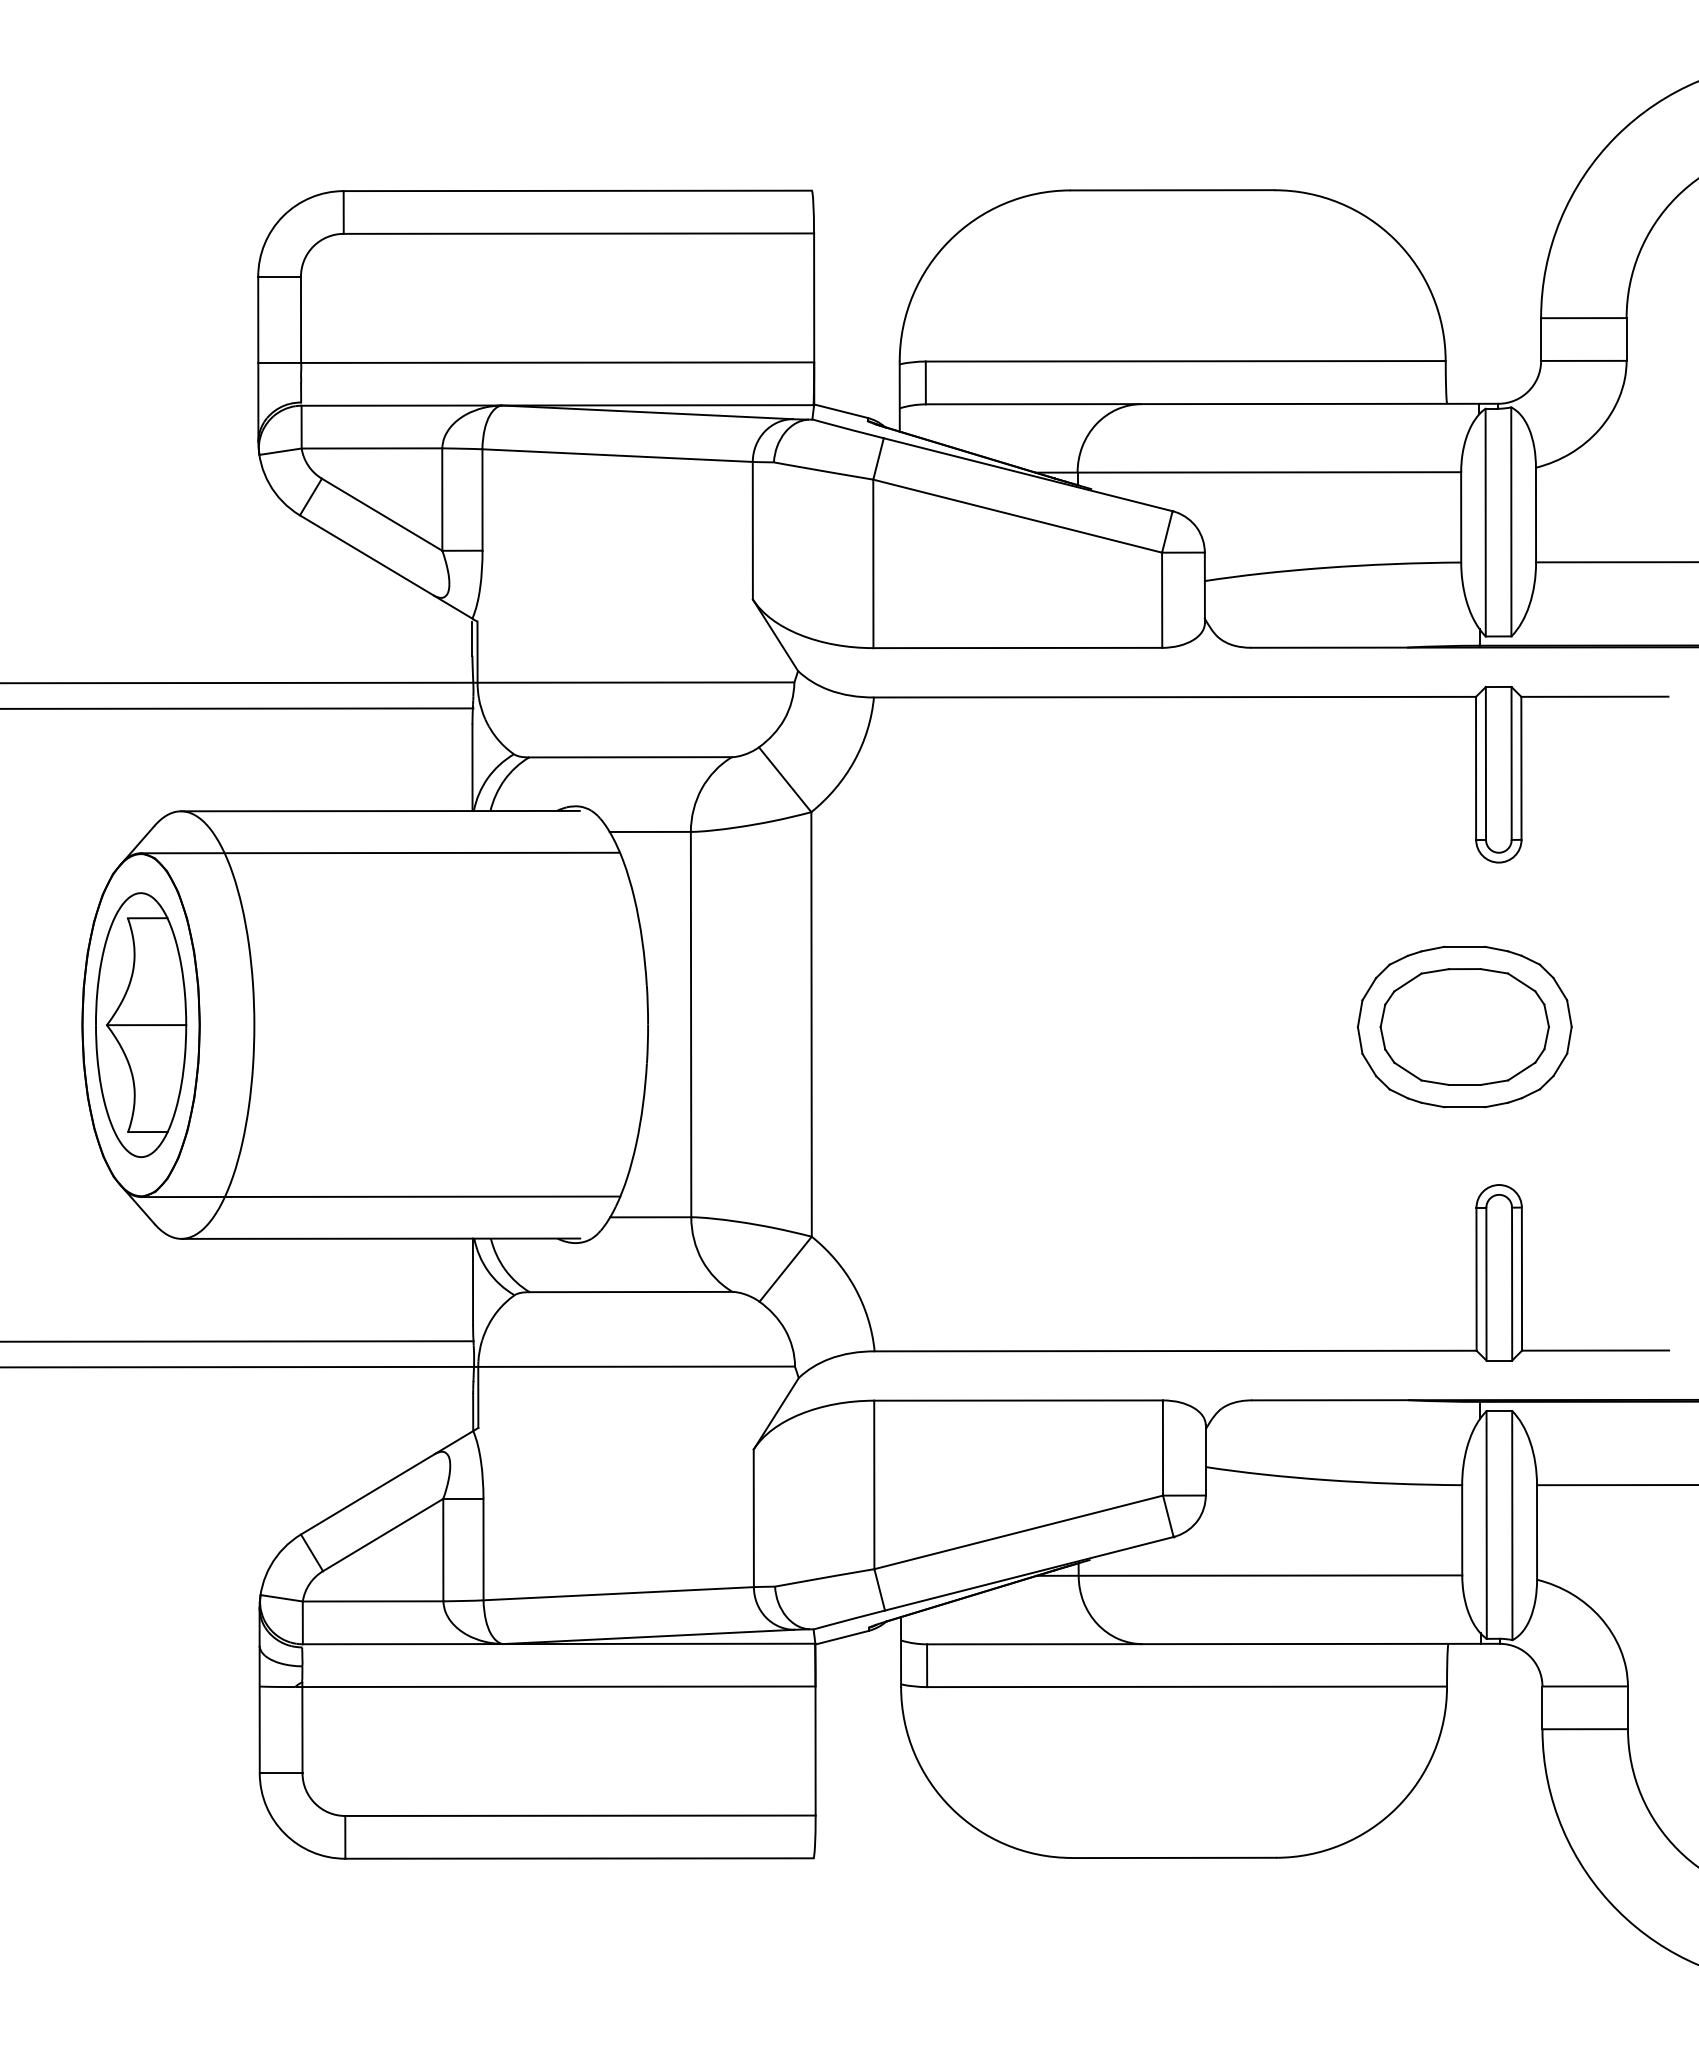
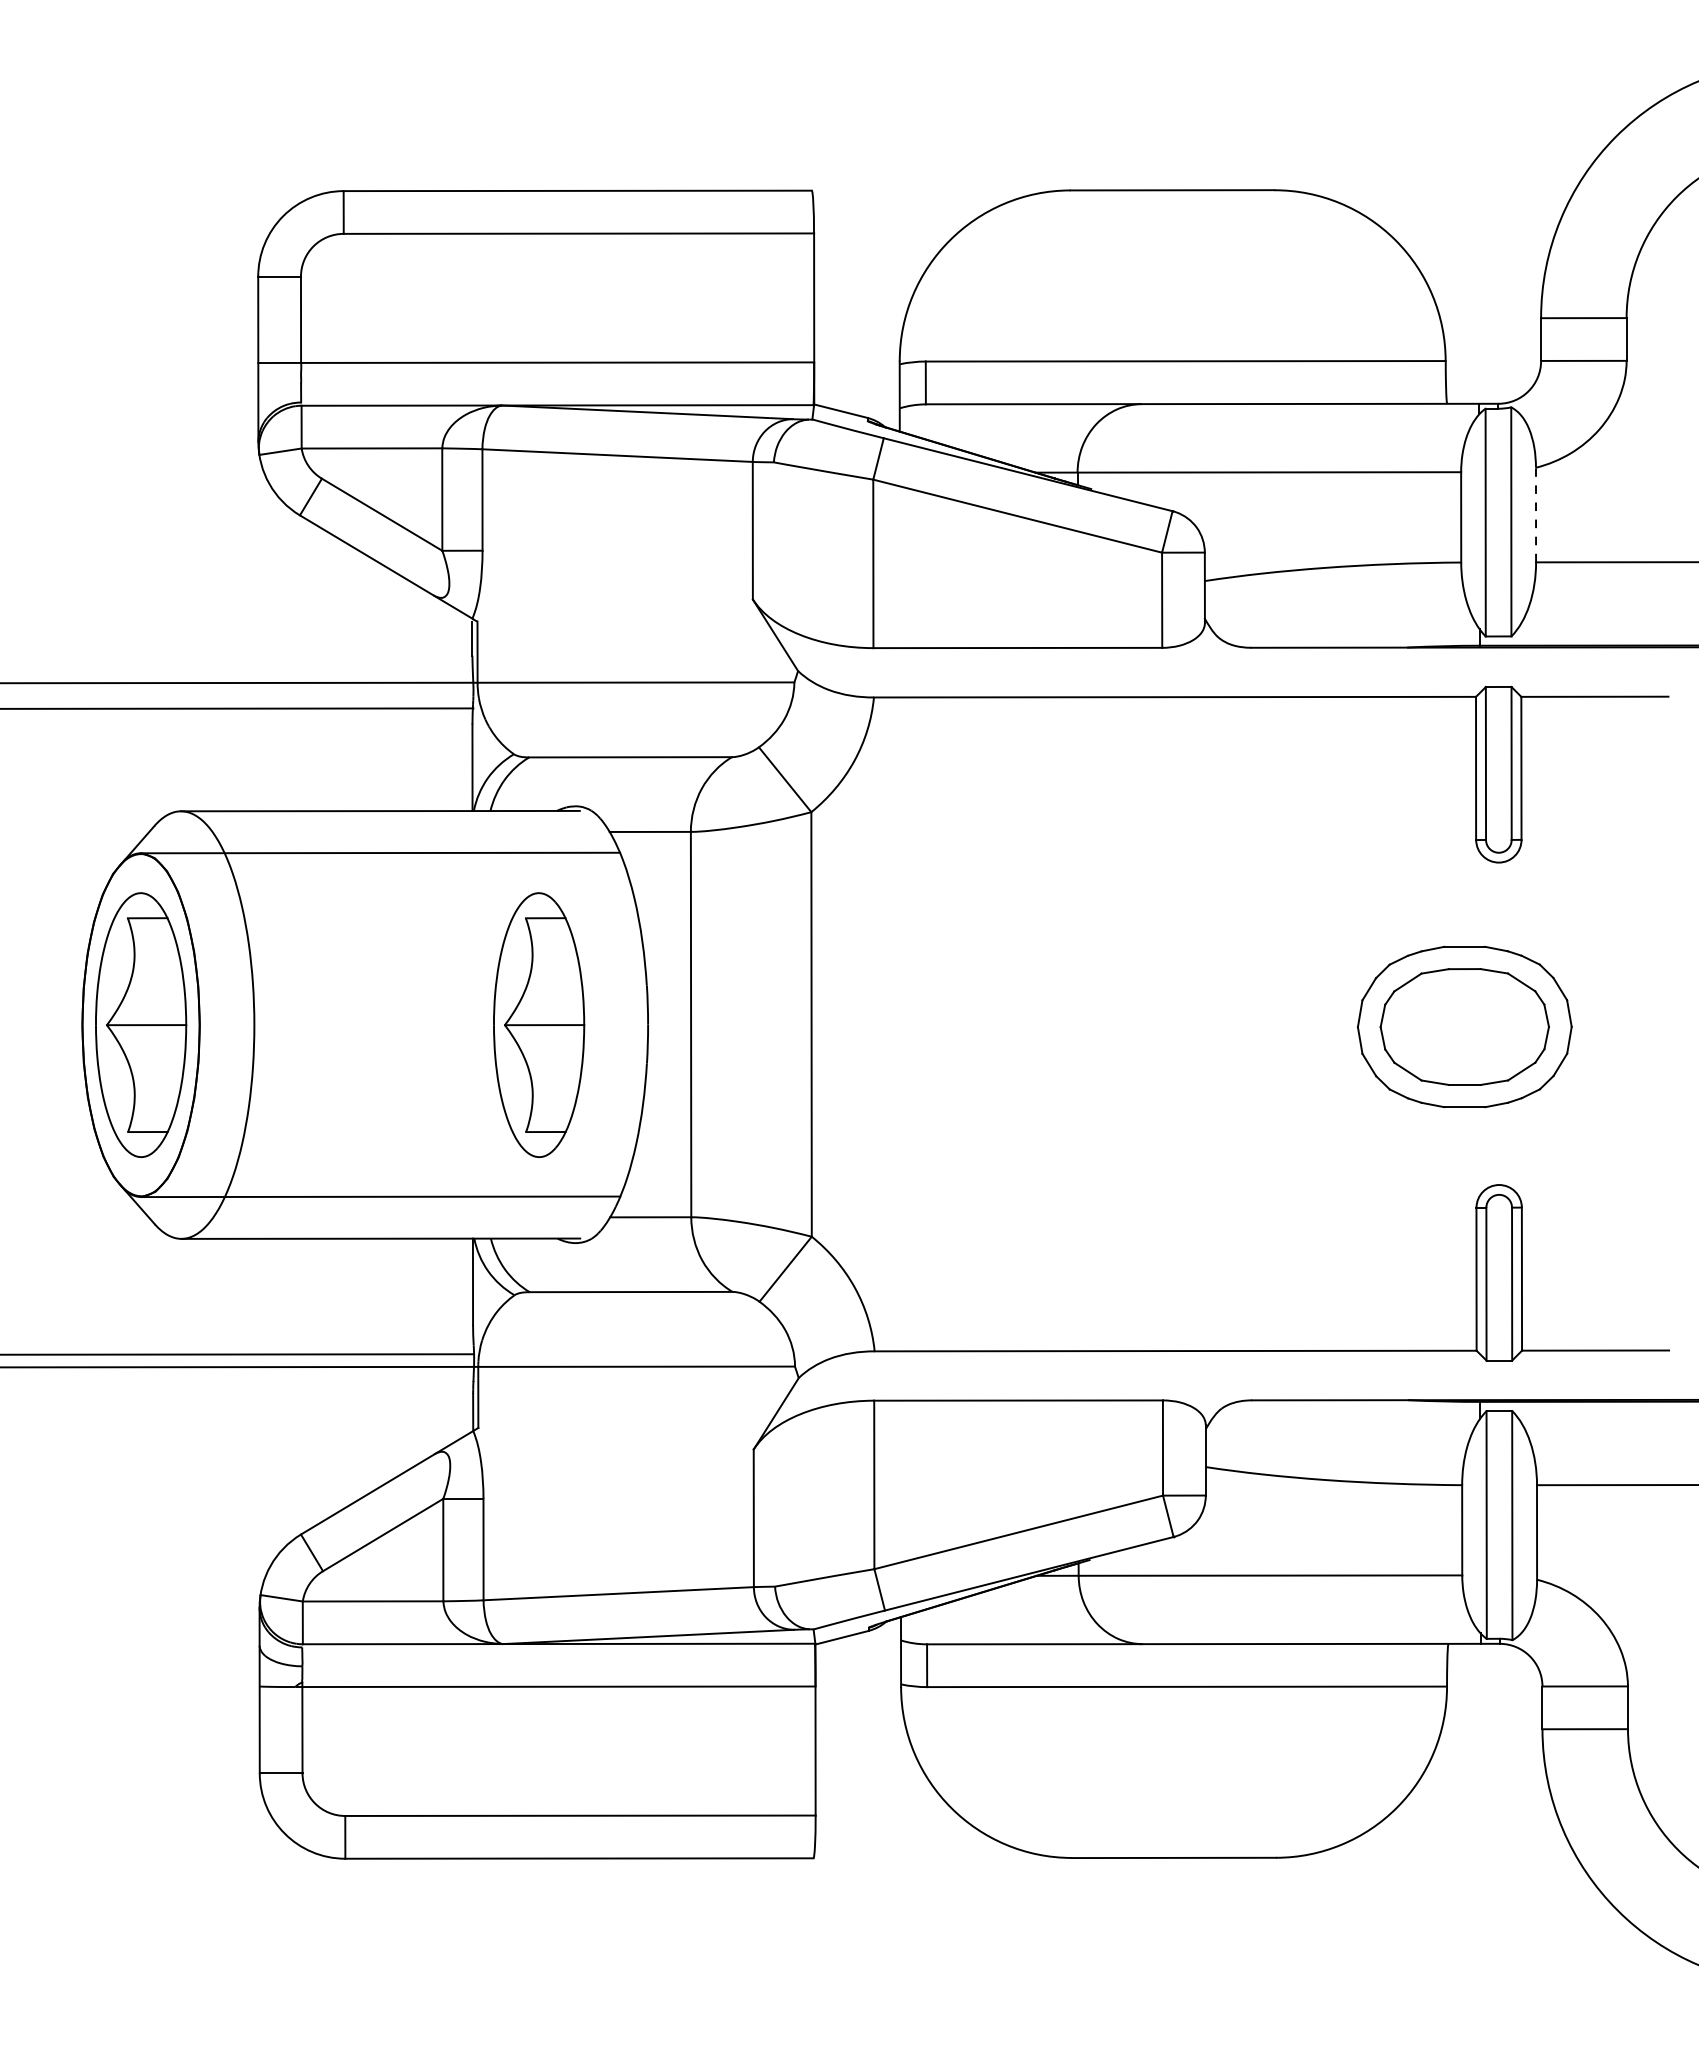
line at (1536, 514): solid -> dashed
part at (539, 1024): none -> present
line at (237, 1341) position: (237, 1341) -> (237, 1354)
